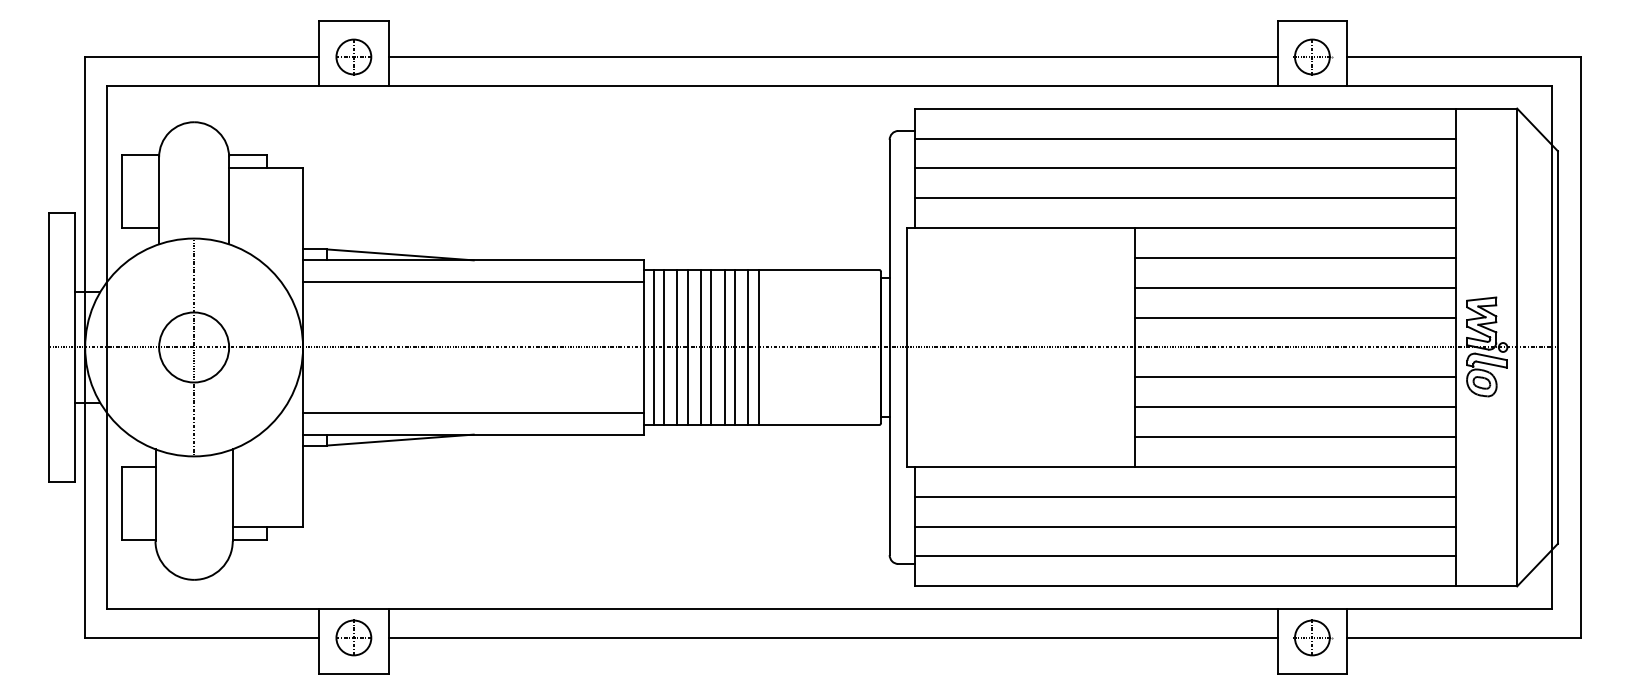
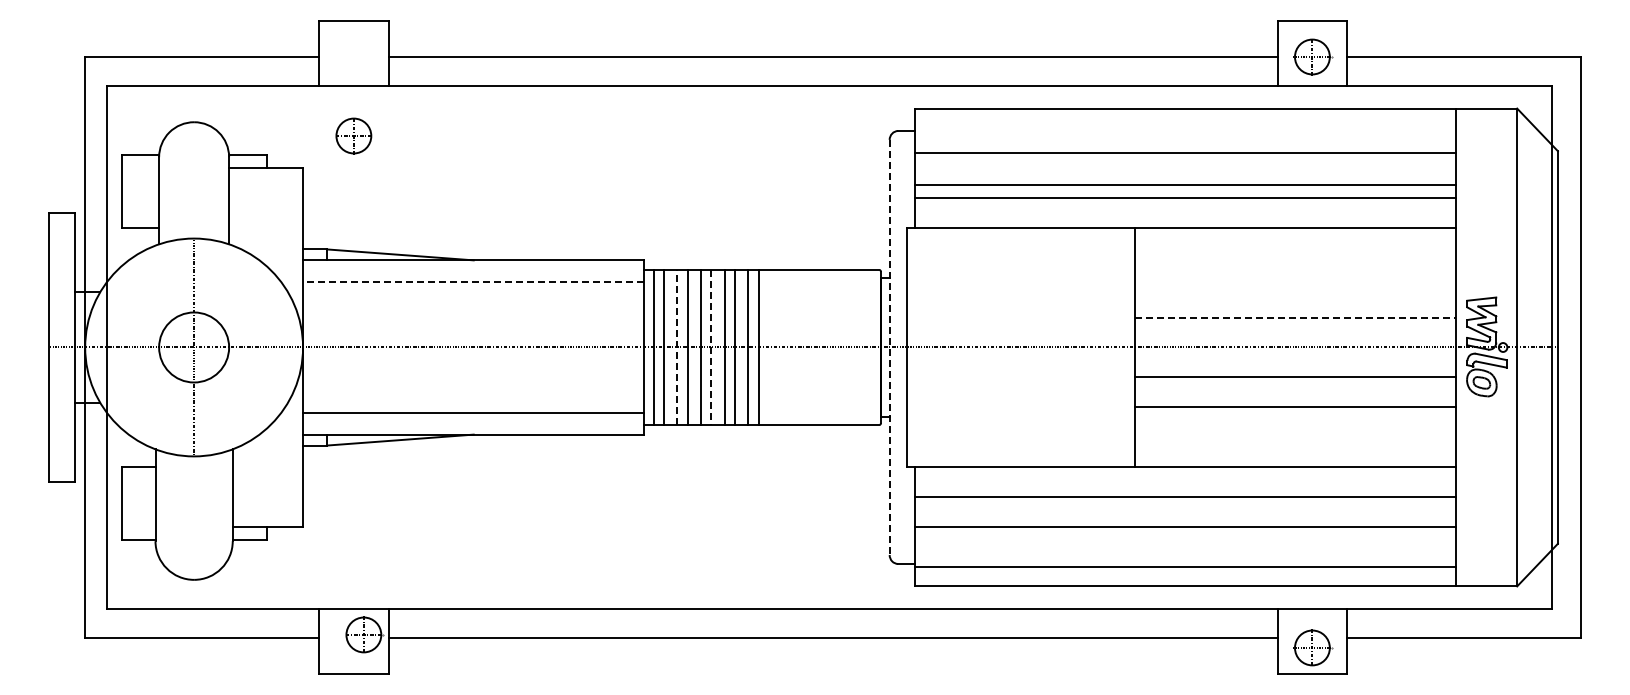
part at (353, 56) position: (353, 56) -> (353, 135)
line at (1185, 138) position: (1185, 138) -> (1185, 152)
line at (1185, 168) position: (1185, 168) -> (1185, 185)
line at (1295, 257): present -> none
line at (473, 282): solid -> dashed
line at (1295, 287): present -> none
line at (1296, 317): solid -> dashed
line at (677, 347): solid -> dashed
line at (711, 347): solid -> dashed
line at (889, 347): solid -> dashed
line at (1295, 437): present -> none
line at (1185, 556) position: (1185, 556) -> (1185, 567)
part at (353, 637) position: (353, 637) -> (363, 634)
part at (1313, 637) position: (1313, 637) -> (1313, 647)
